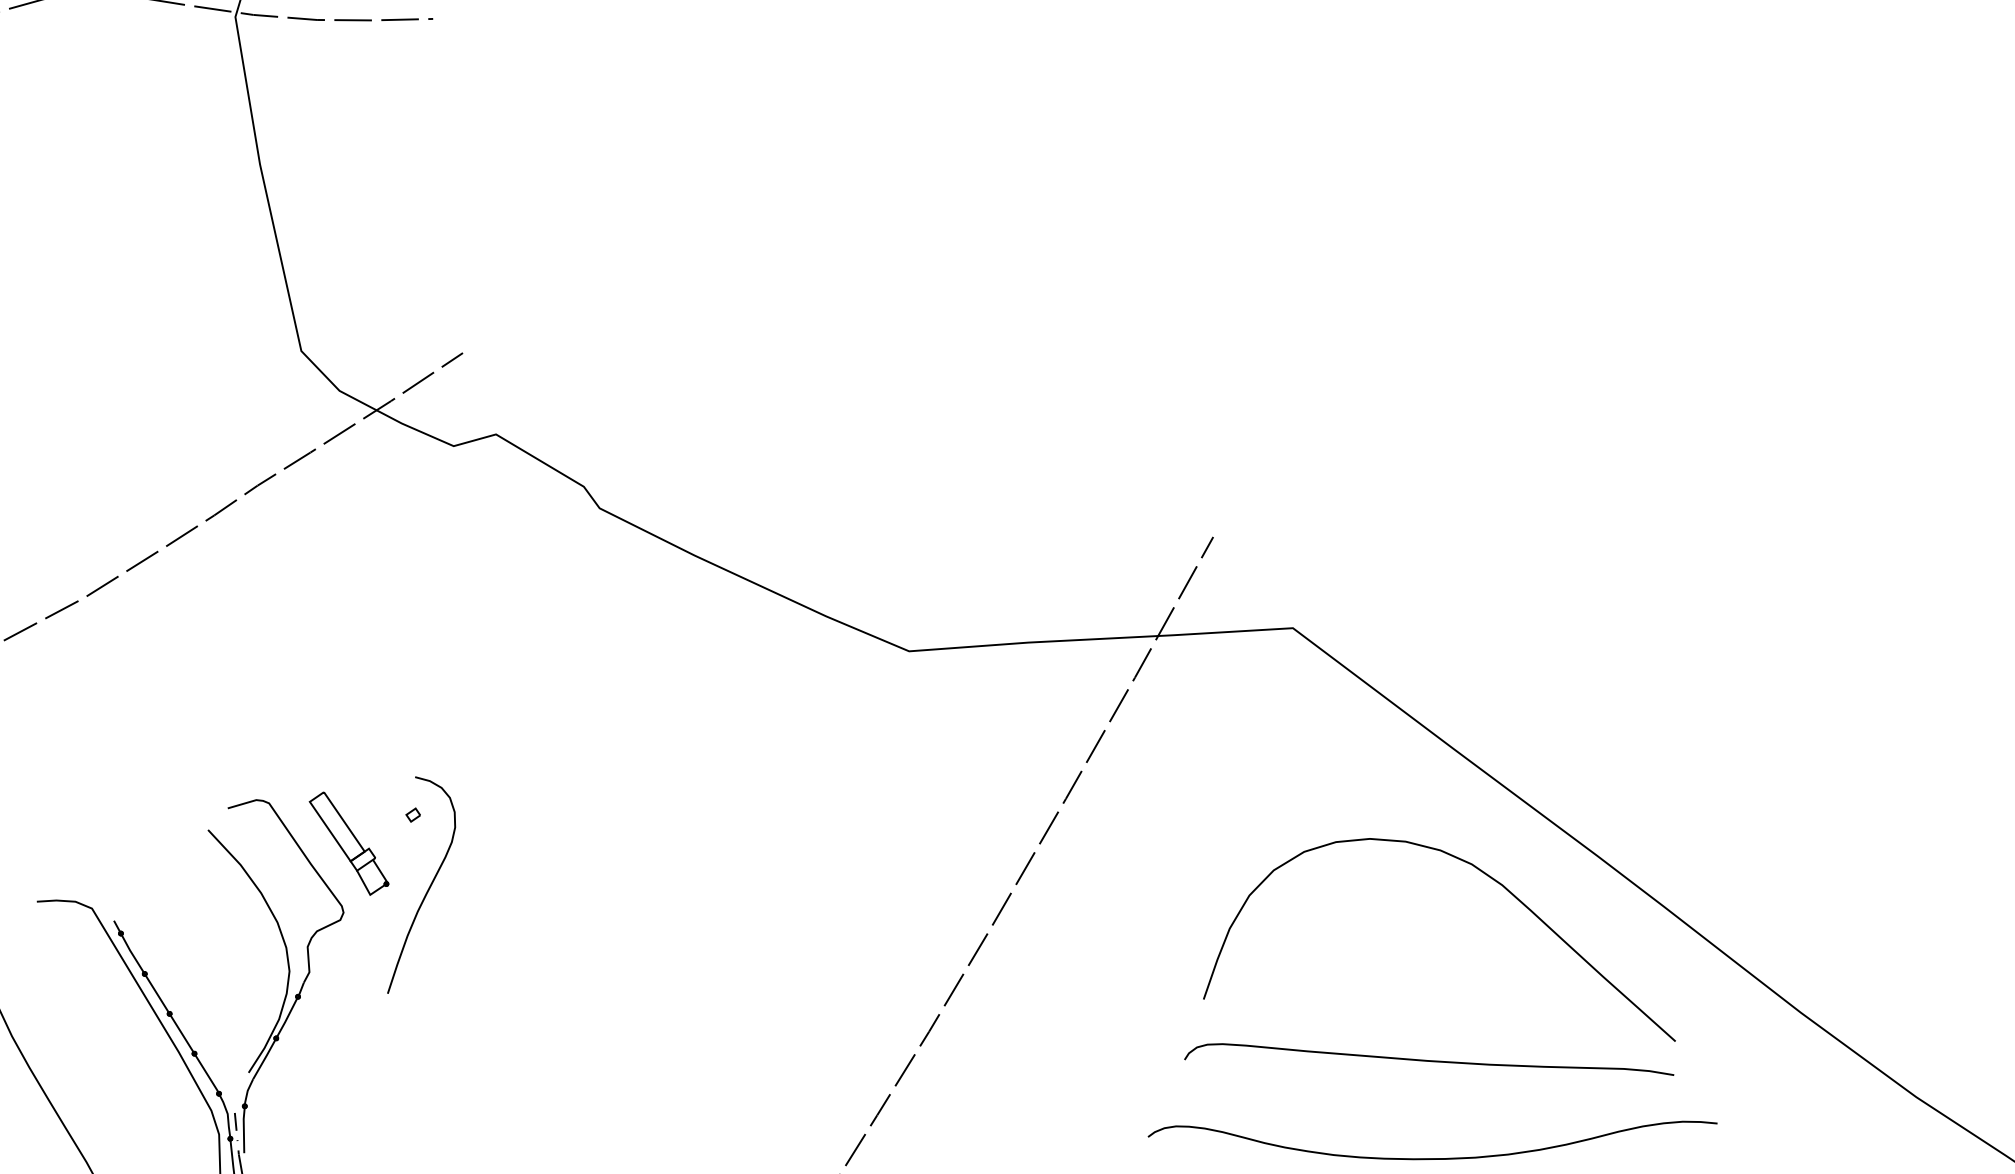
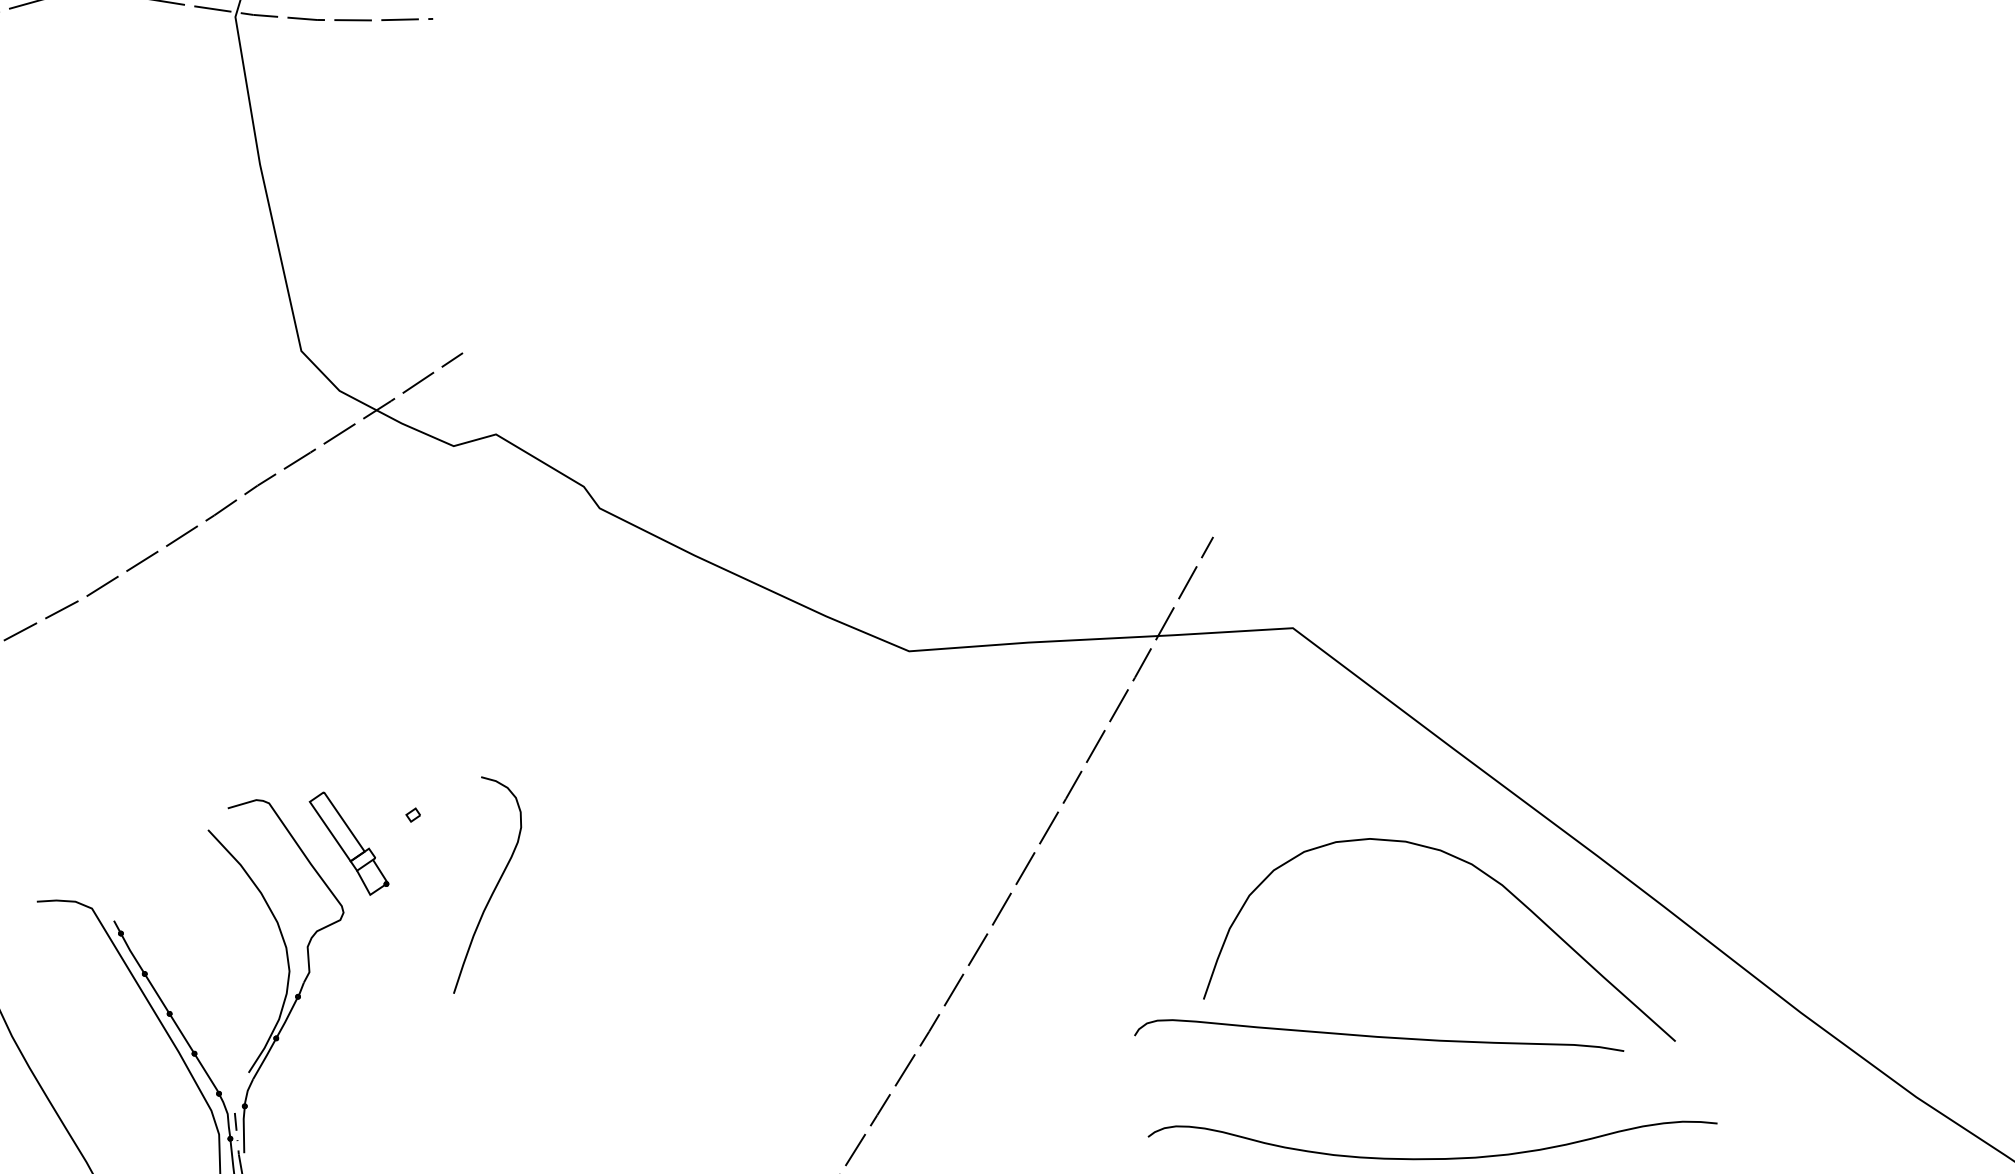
curve at (428, 887) position: (428, 887) -> (494, 887)
curve at (1429, 1060) position: (1429, 1060) -> (1379, 1036)
